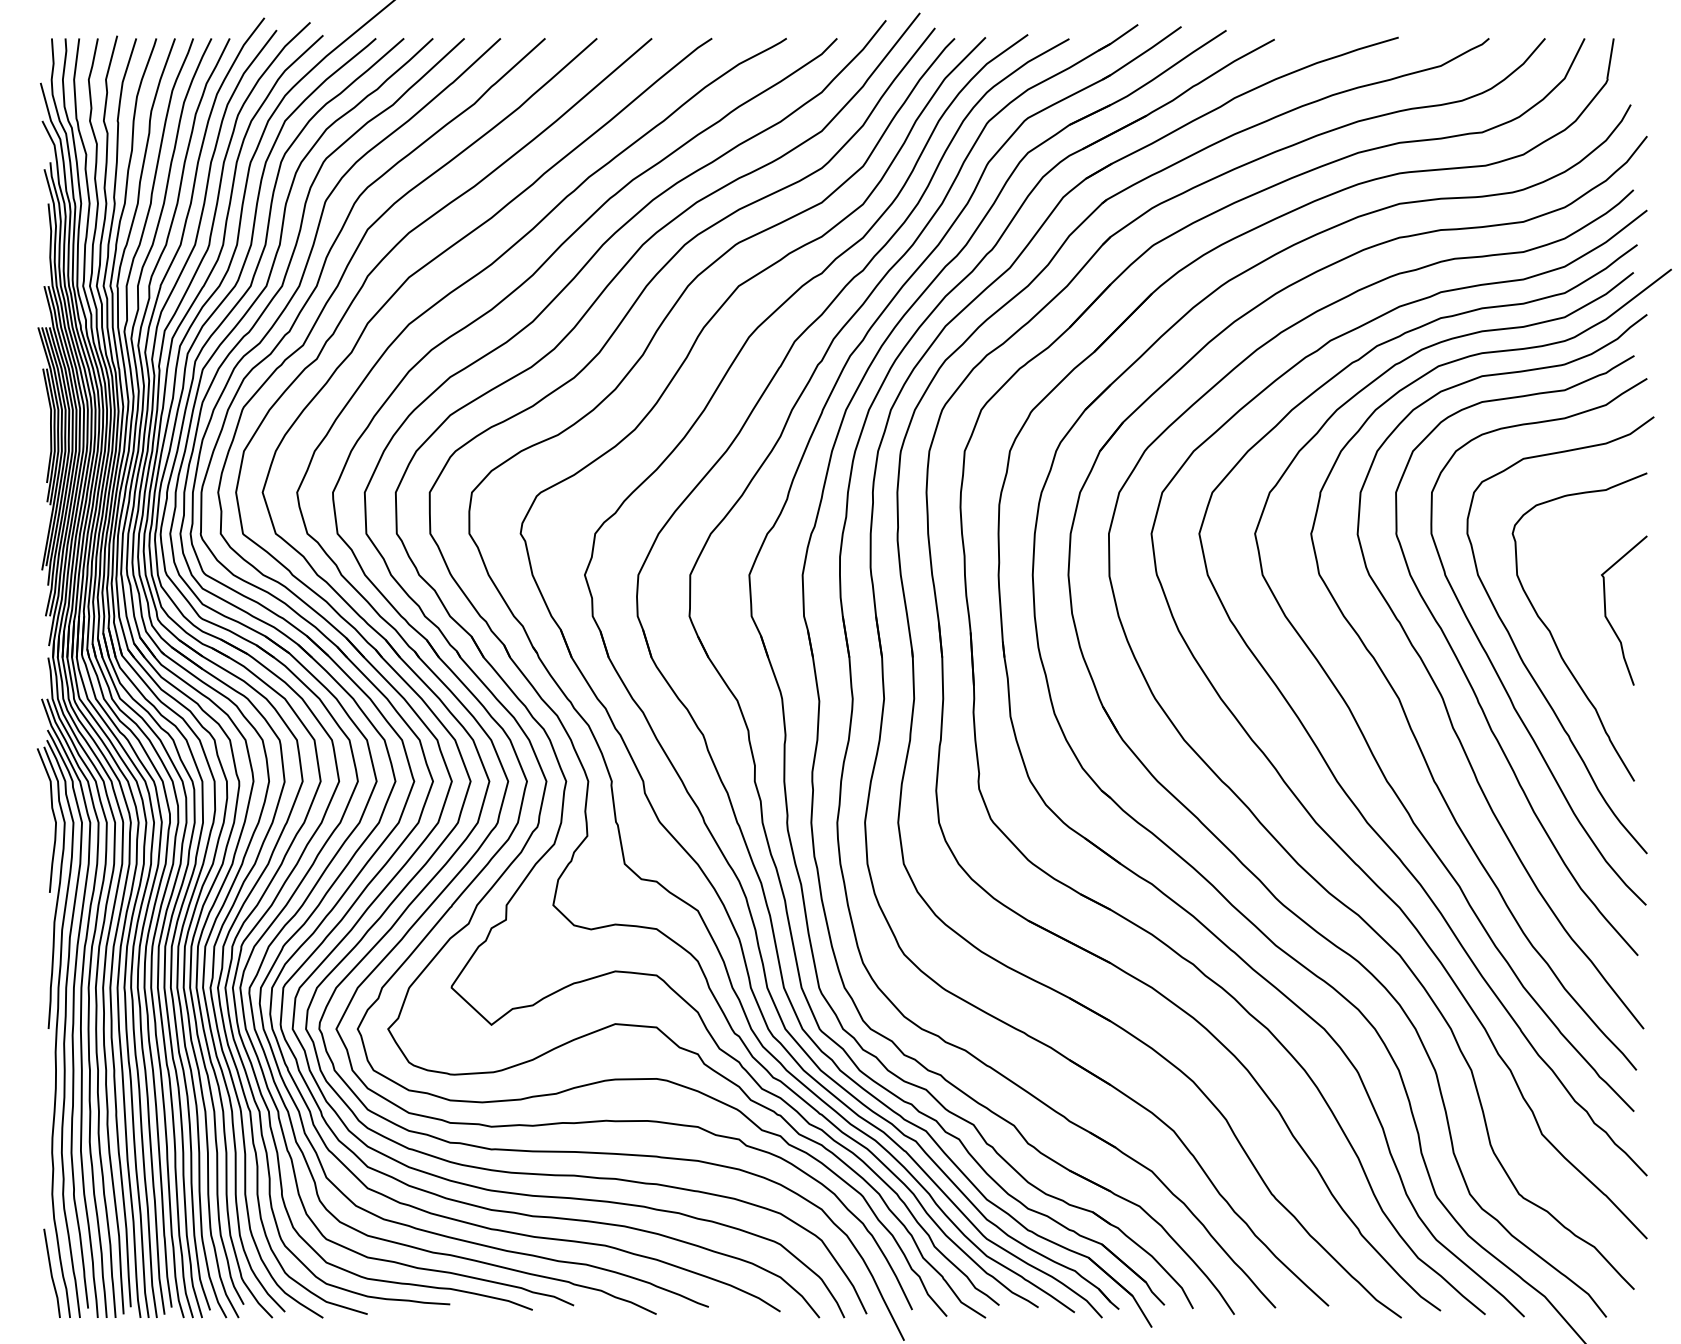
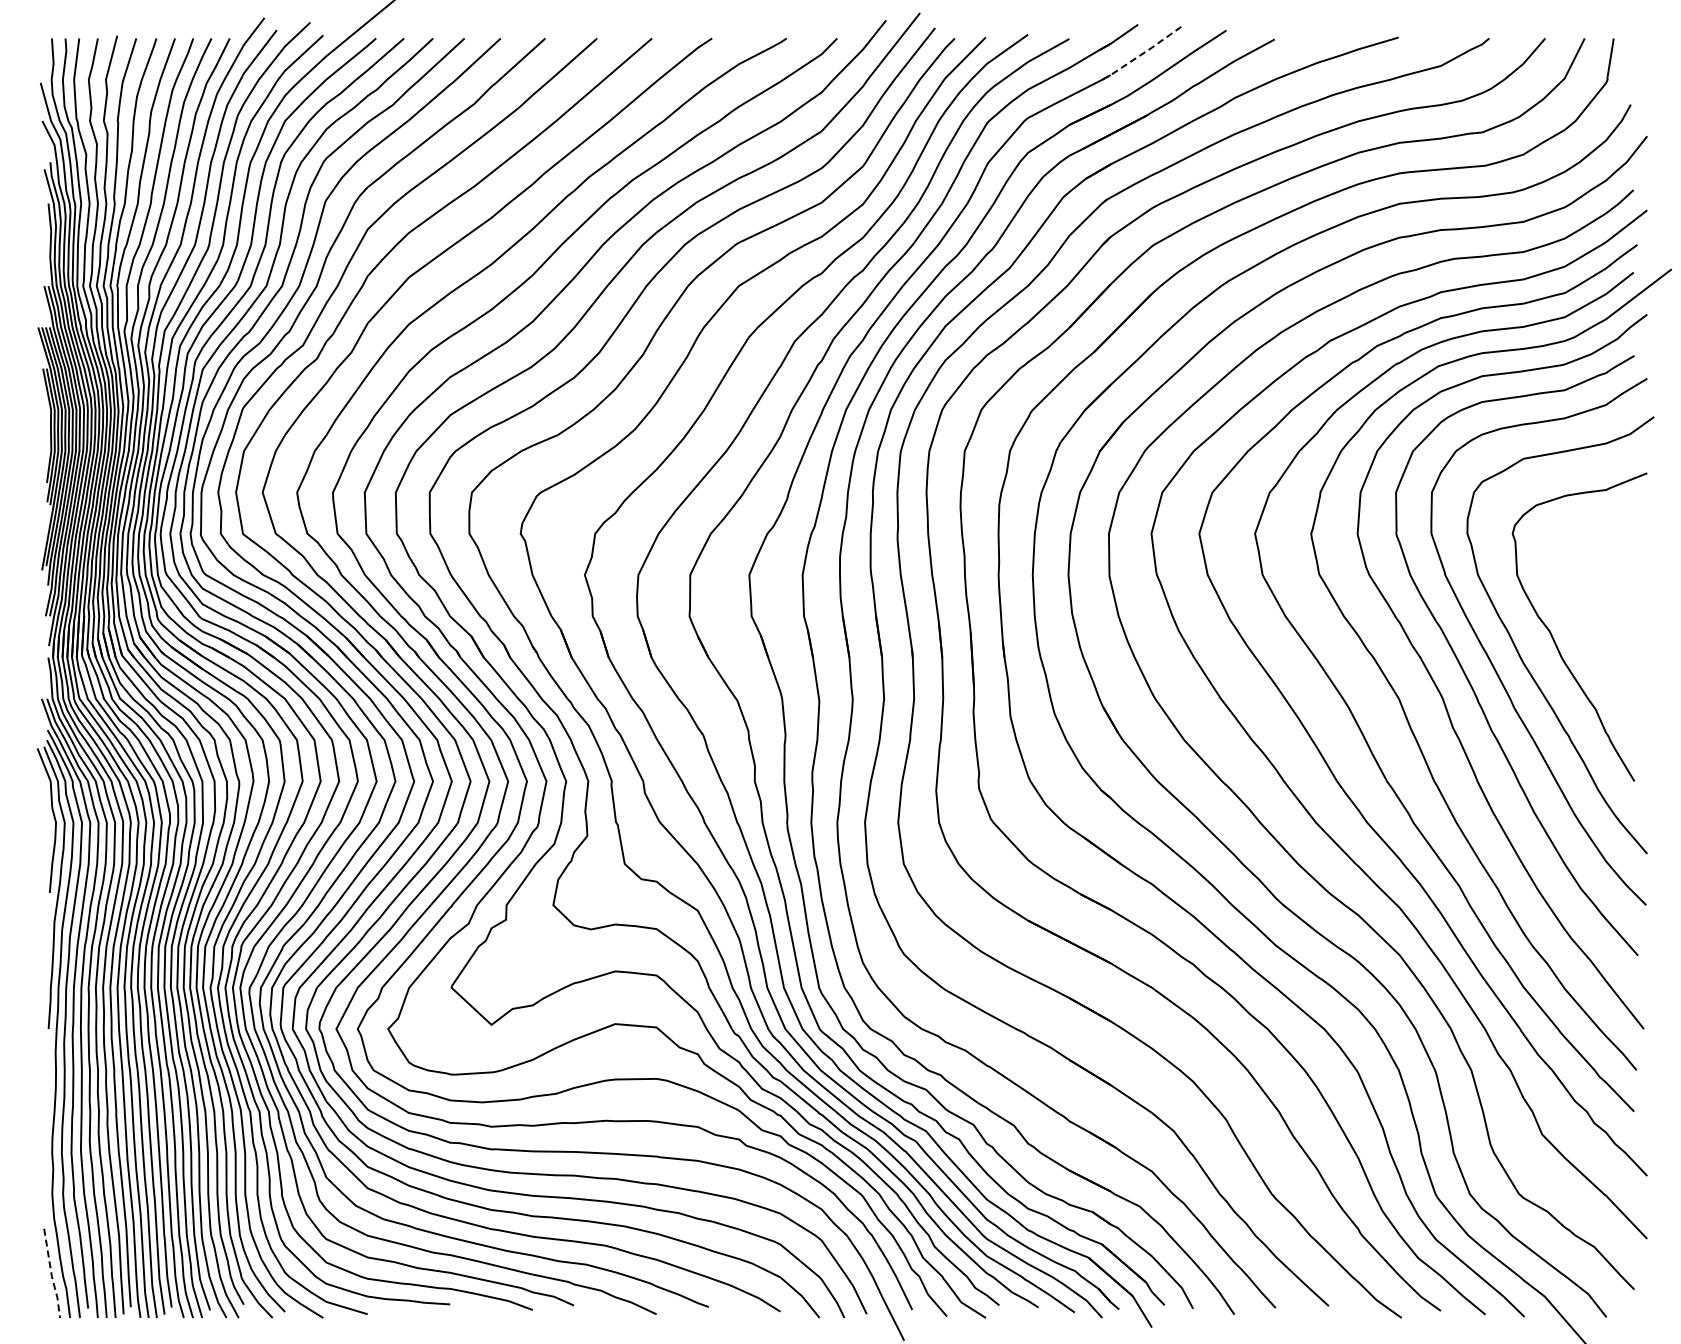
line at (1142, 53): solid -> dashed
curve at (1606, 610): present -> none
line at (51, 1274): solid -> dashed
